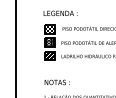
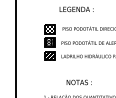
text at (60, 13) position: (60, 13) -> (76, 9)
text at (56, 82) position: (56, 82) -> (78, 82)
